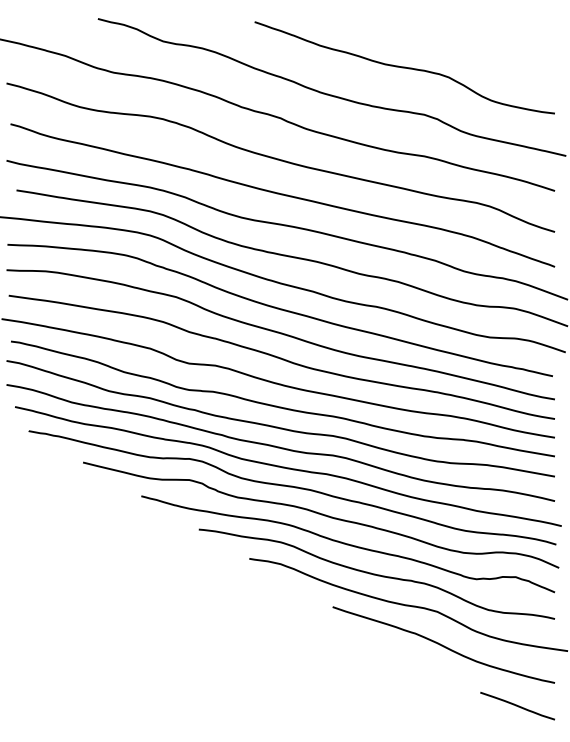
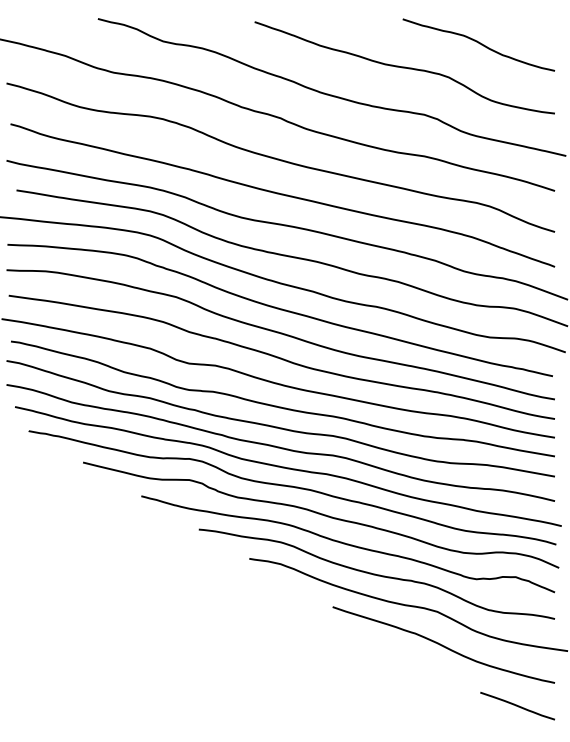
curve at (478, 43): none -> present
